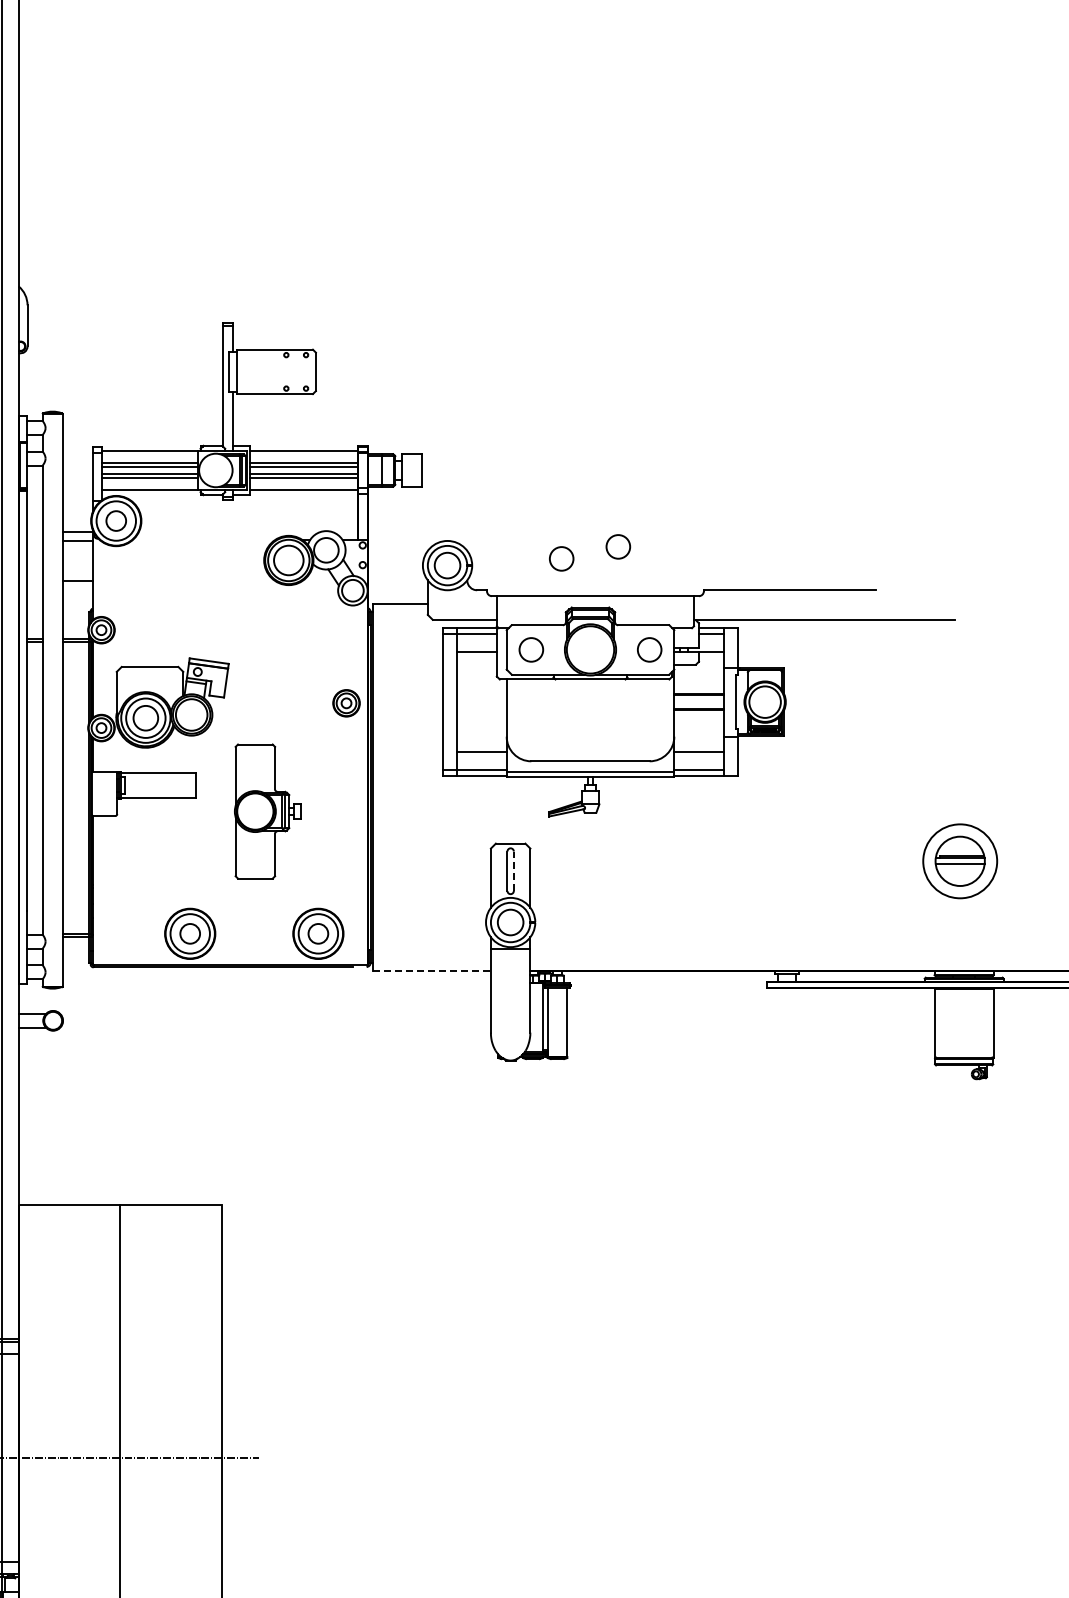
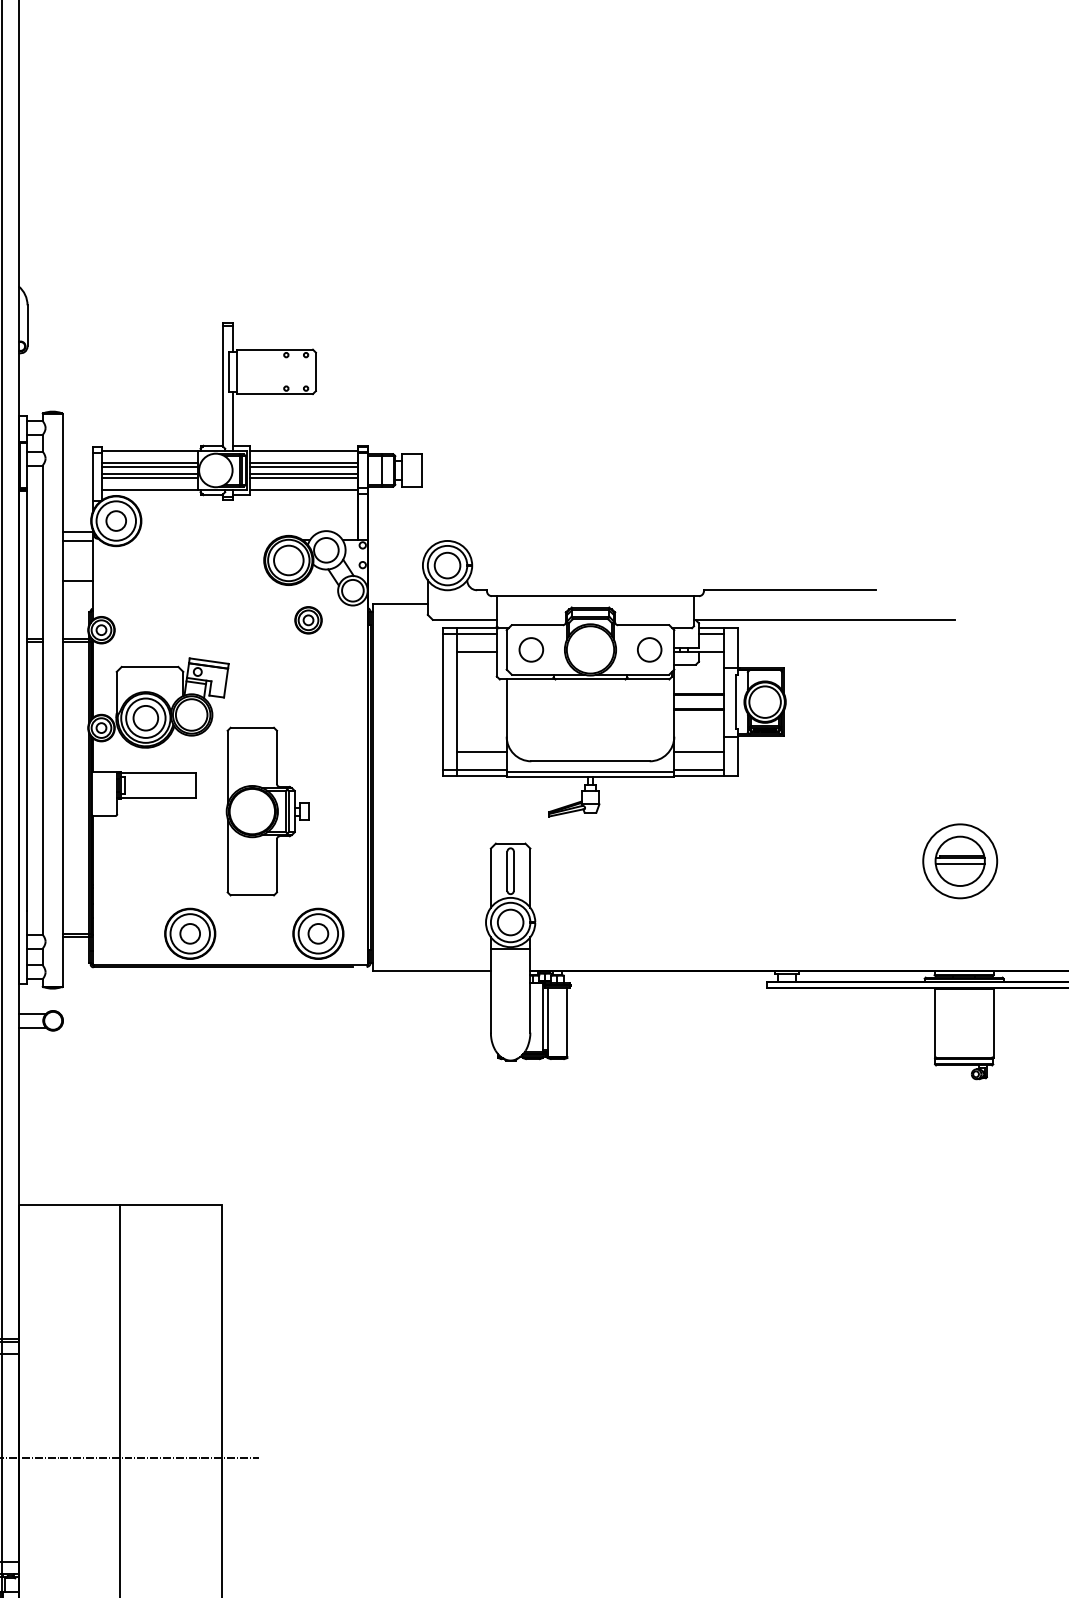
circle at (618, 546): present -> none
circle at (561, 558): present -> none
part at (346, 703) position: (346, 703) -> (308, 620)
part at (267, 811) size: 68x137 px -> 85x171 px
line at (513, 871): dashed -> solid
line at (432, 970): dashed -> solid
